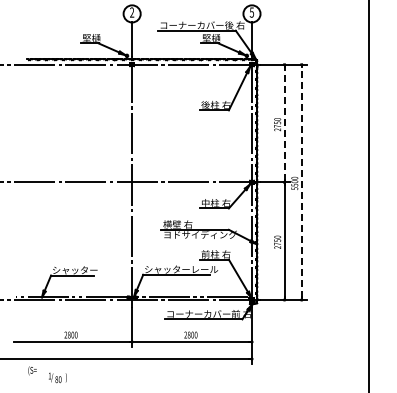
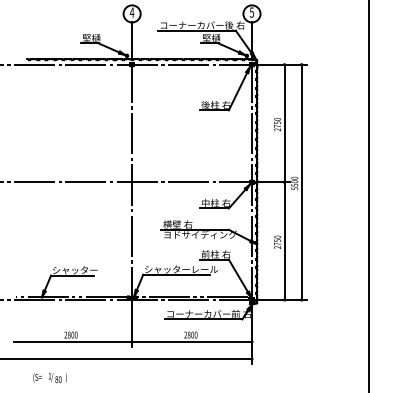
text at (131, 12): 2 -> 4
line at (284, 123): dashed -> solid
line at (301, 182): dashed -> solid
text at (32, 370) position: (32, 370) -> (37, 377)
